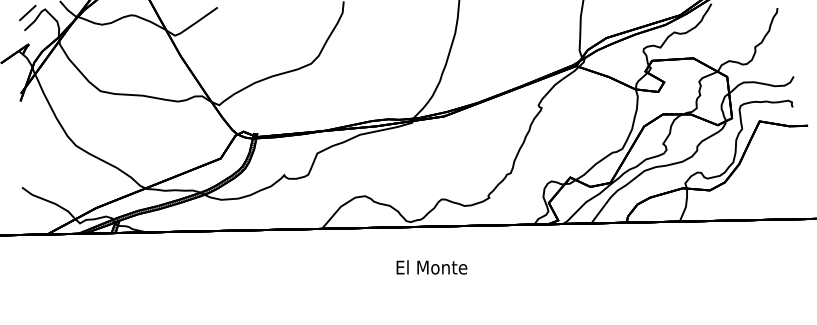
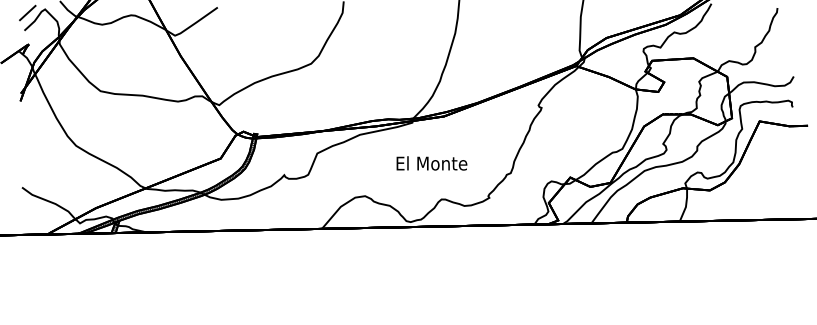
text at (431, 267) position: (431, 267) -> (431, 163)
